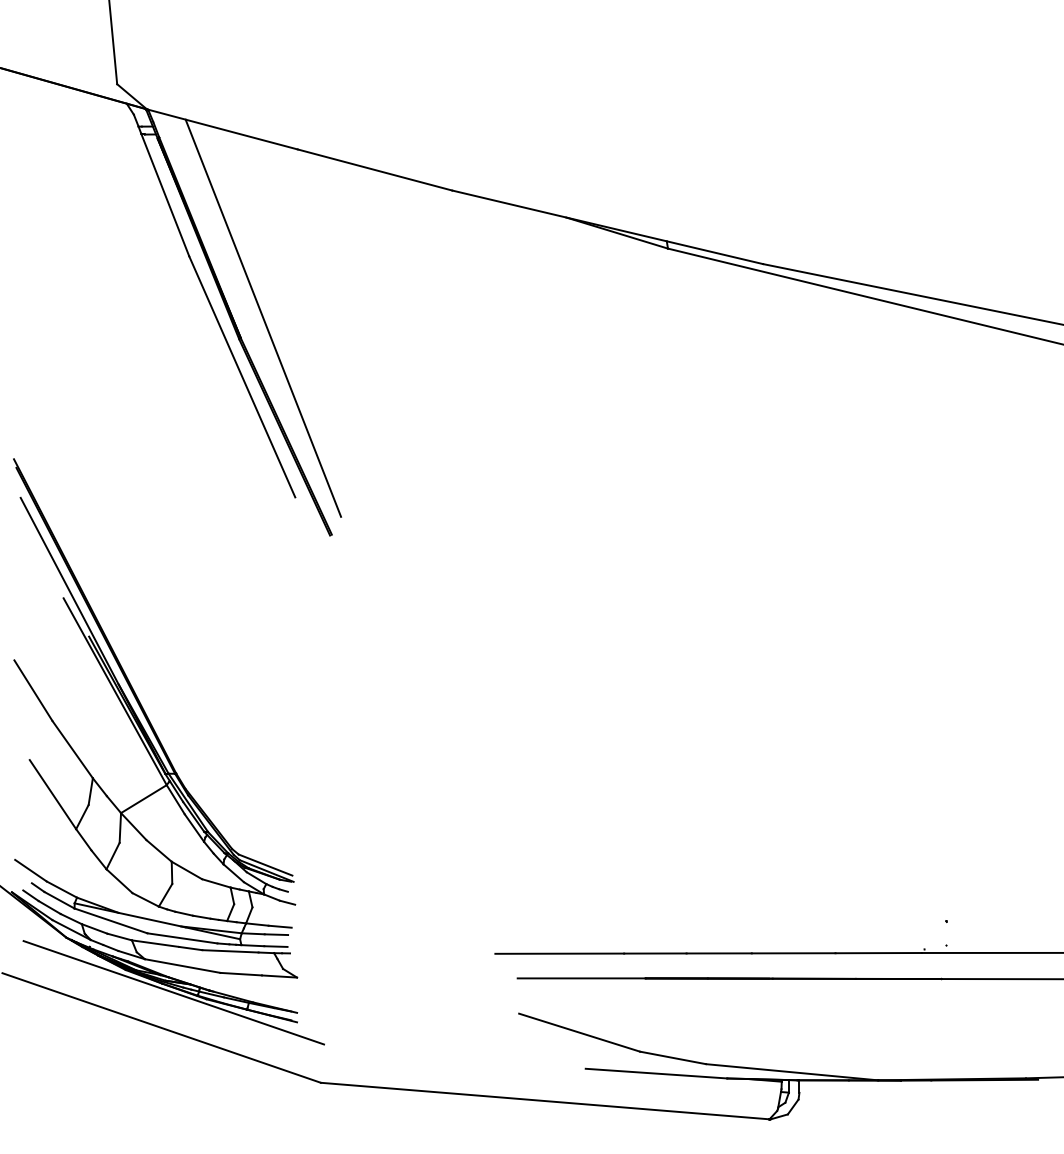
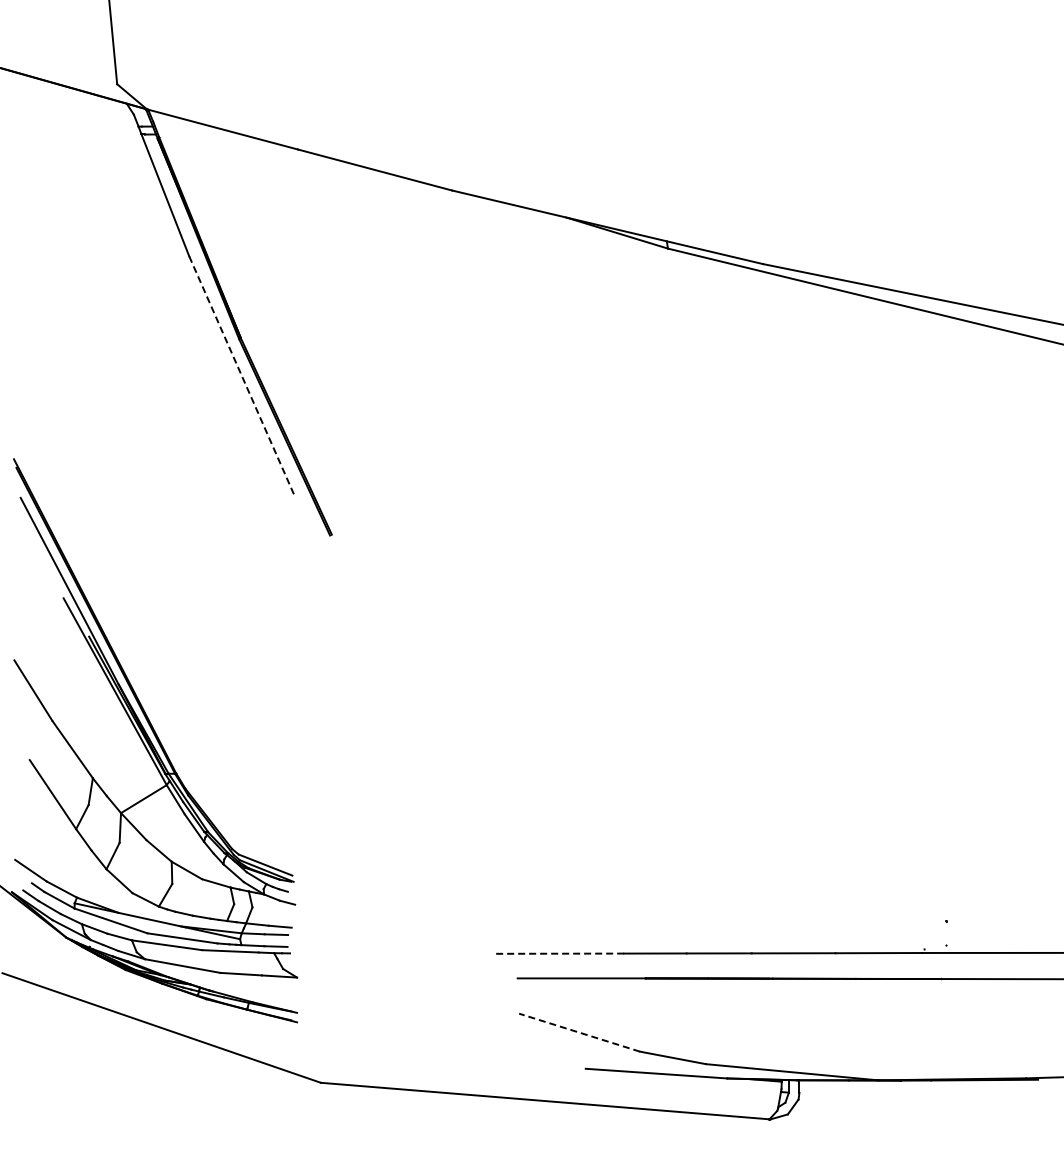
line at (263, 317): present -> none
line at (242, 376): solid -> dashed
line at (559, 953): solid -> dashed
line at (173, 992): present -> none
line at (579, 1032): solid -> dashed
